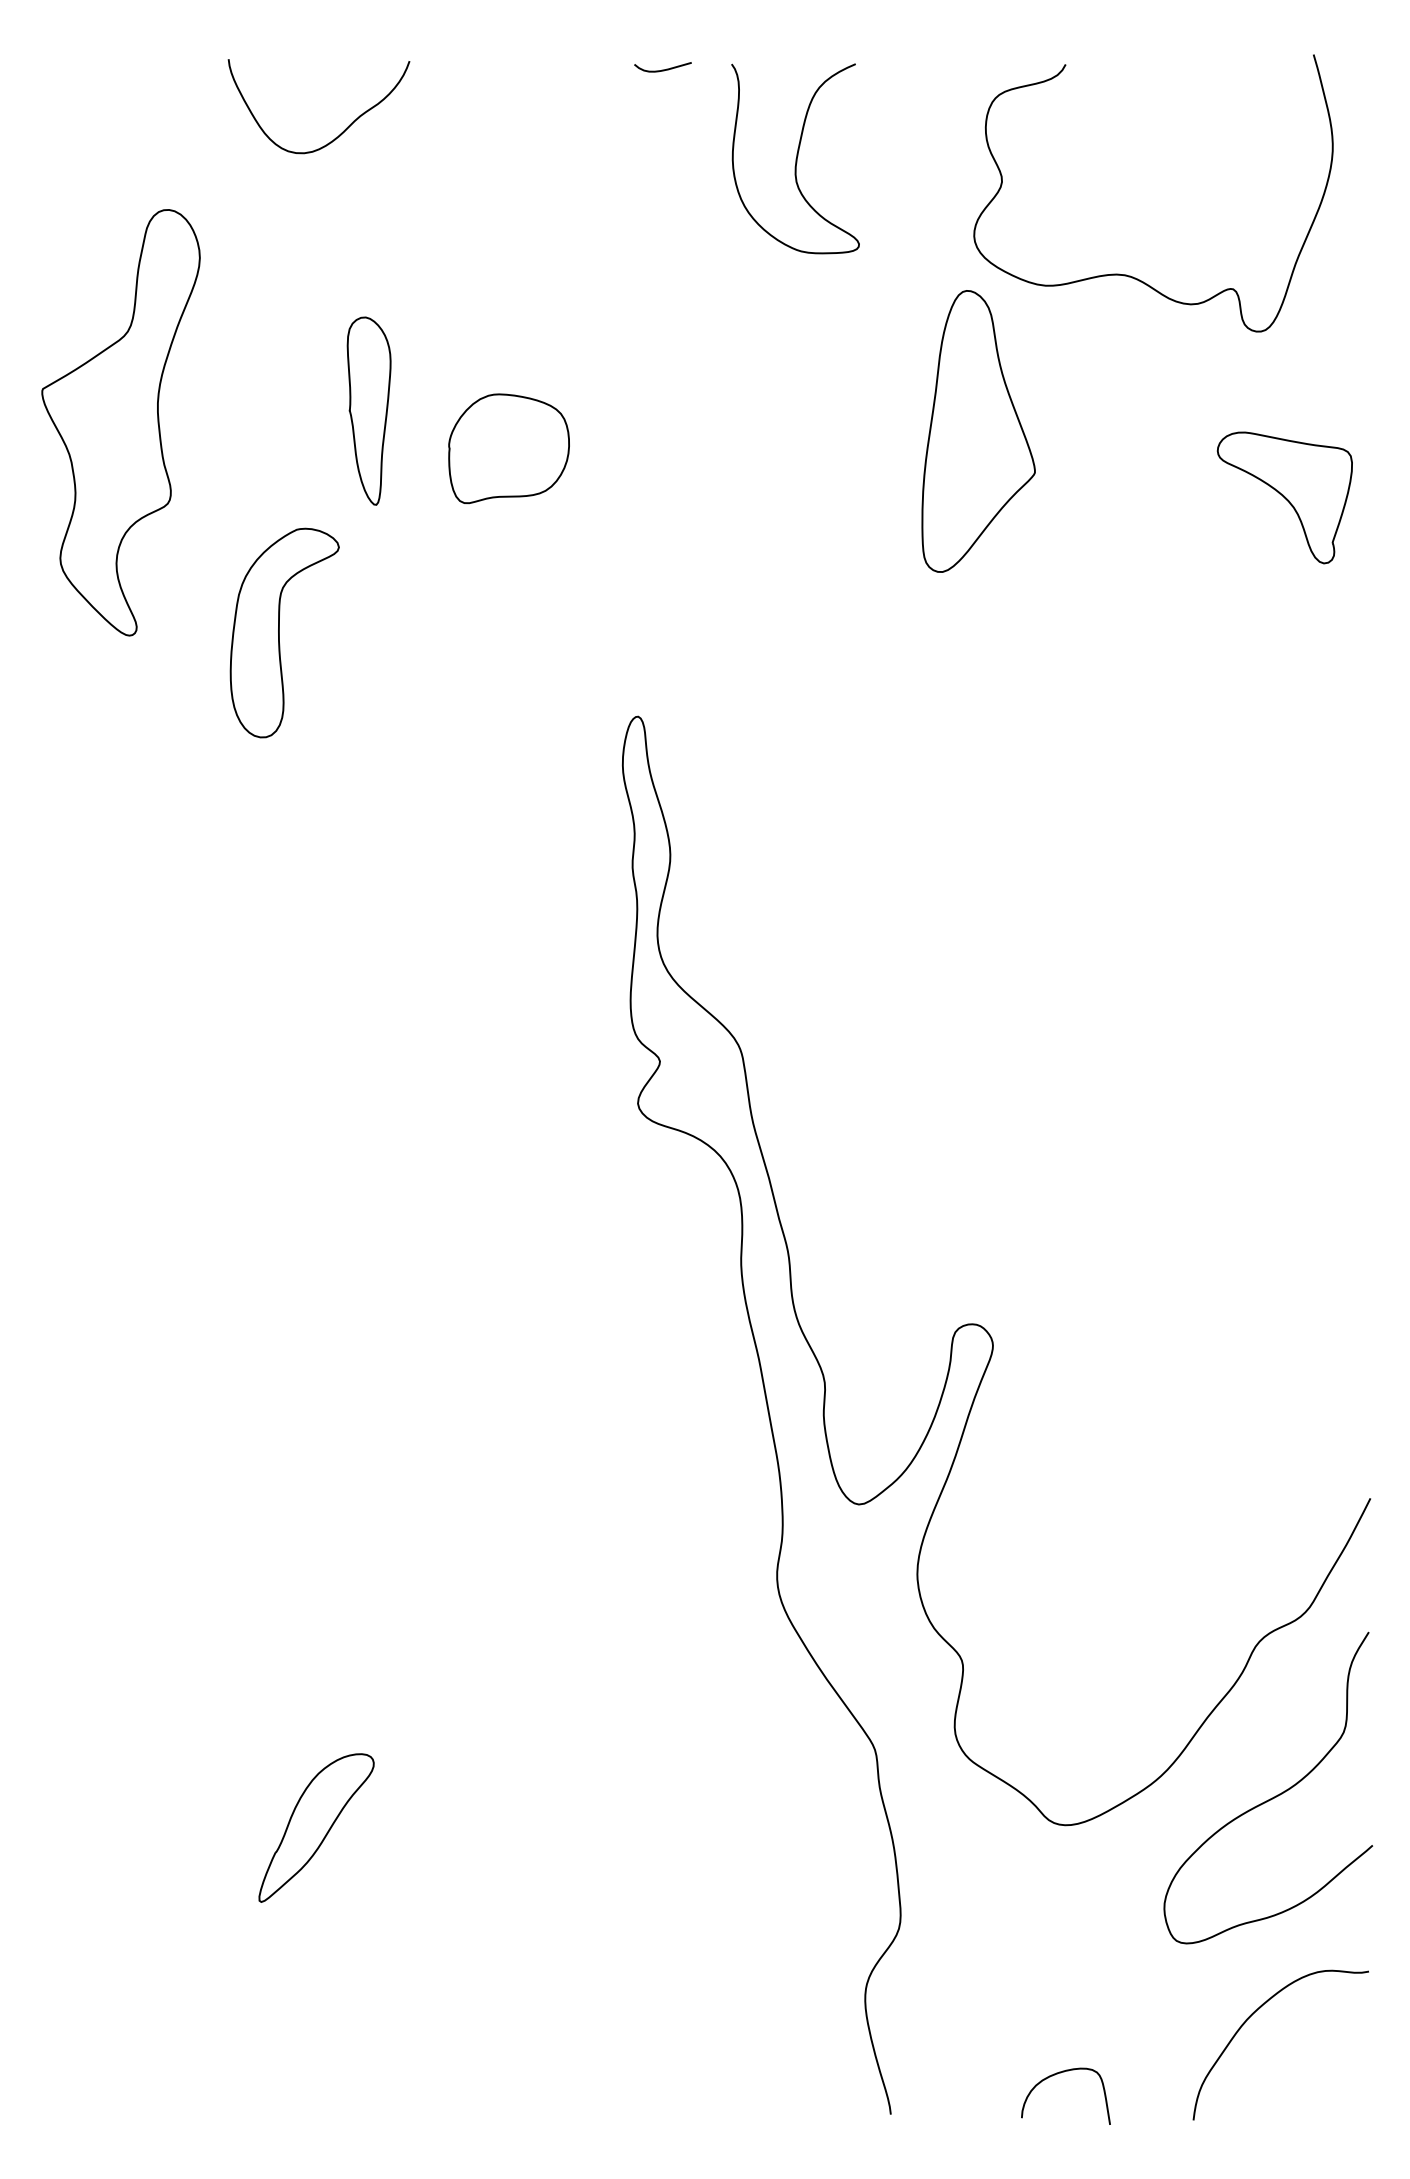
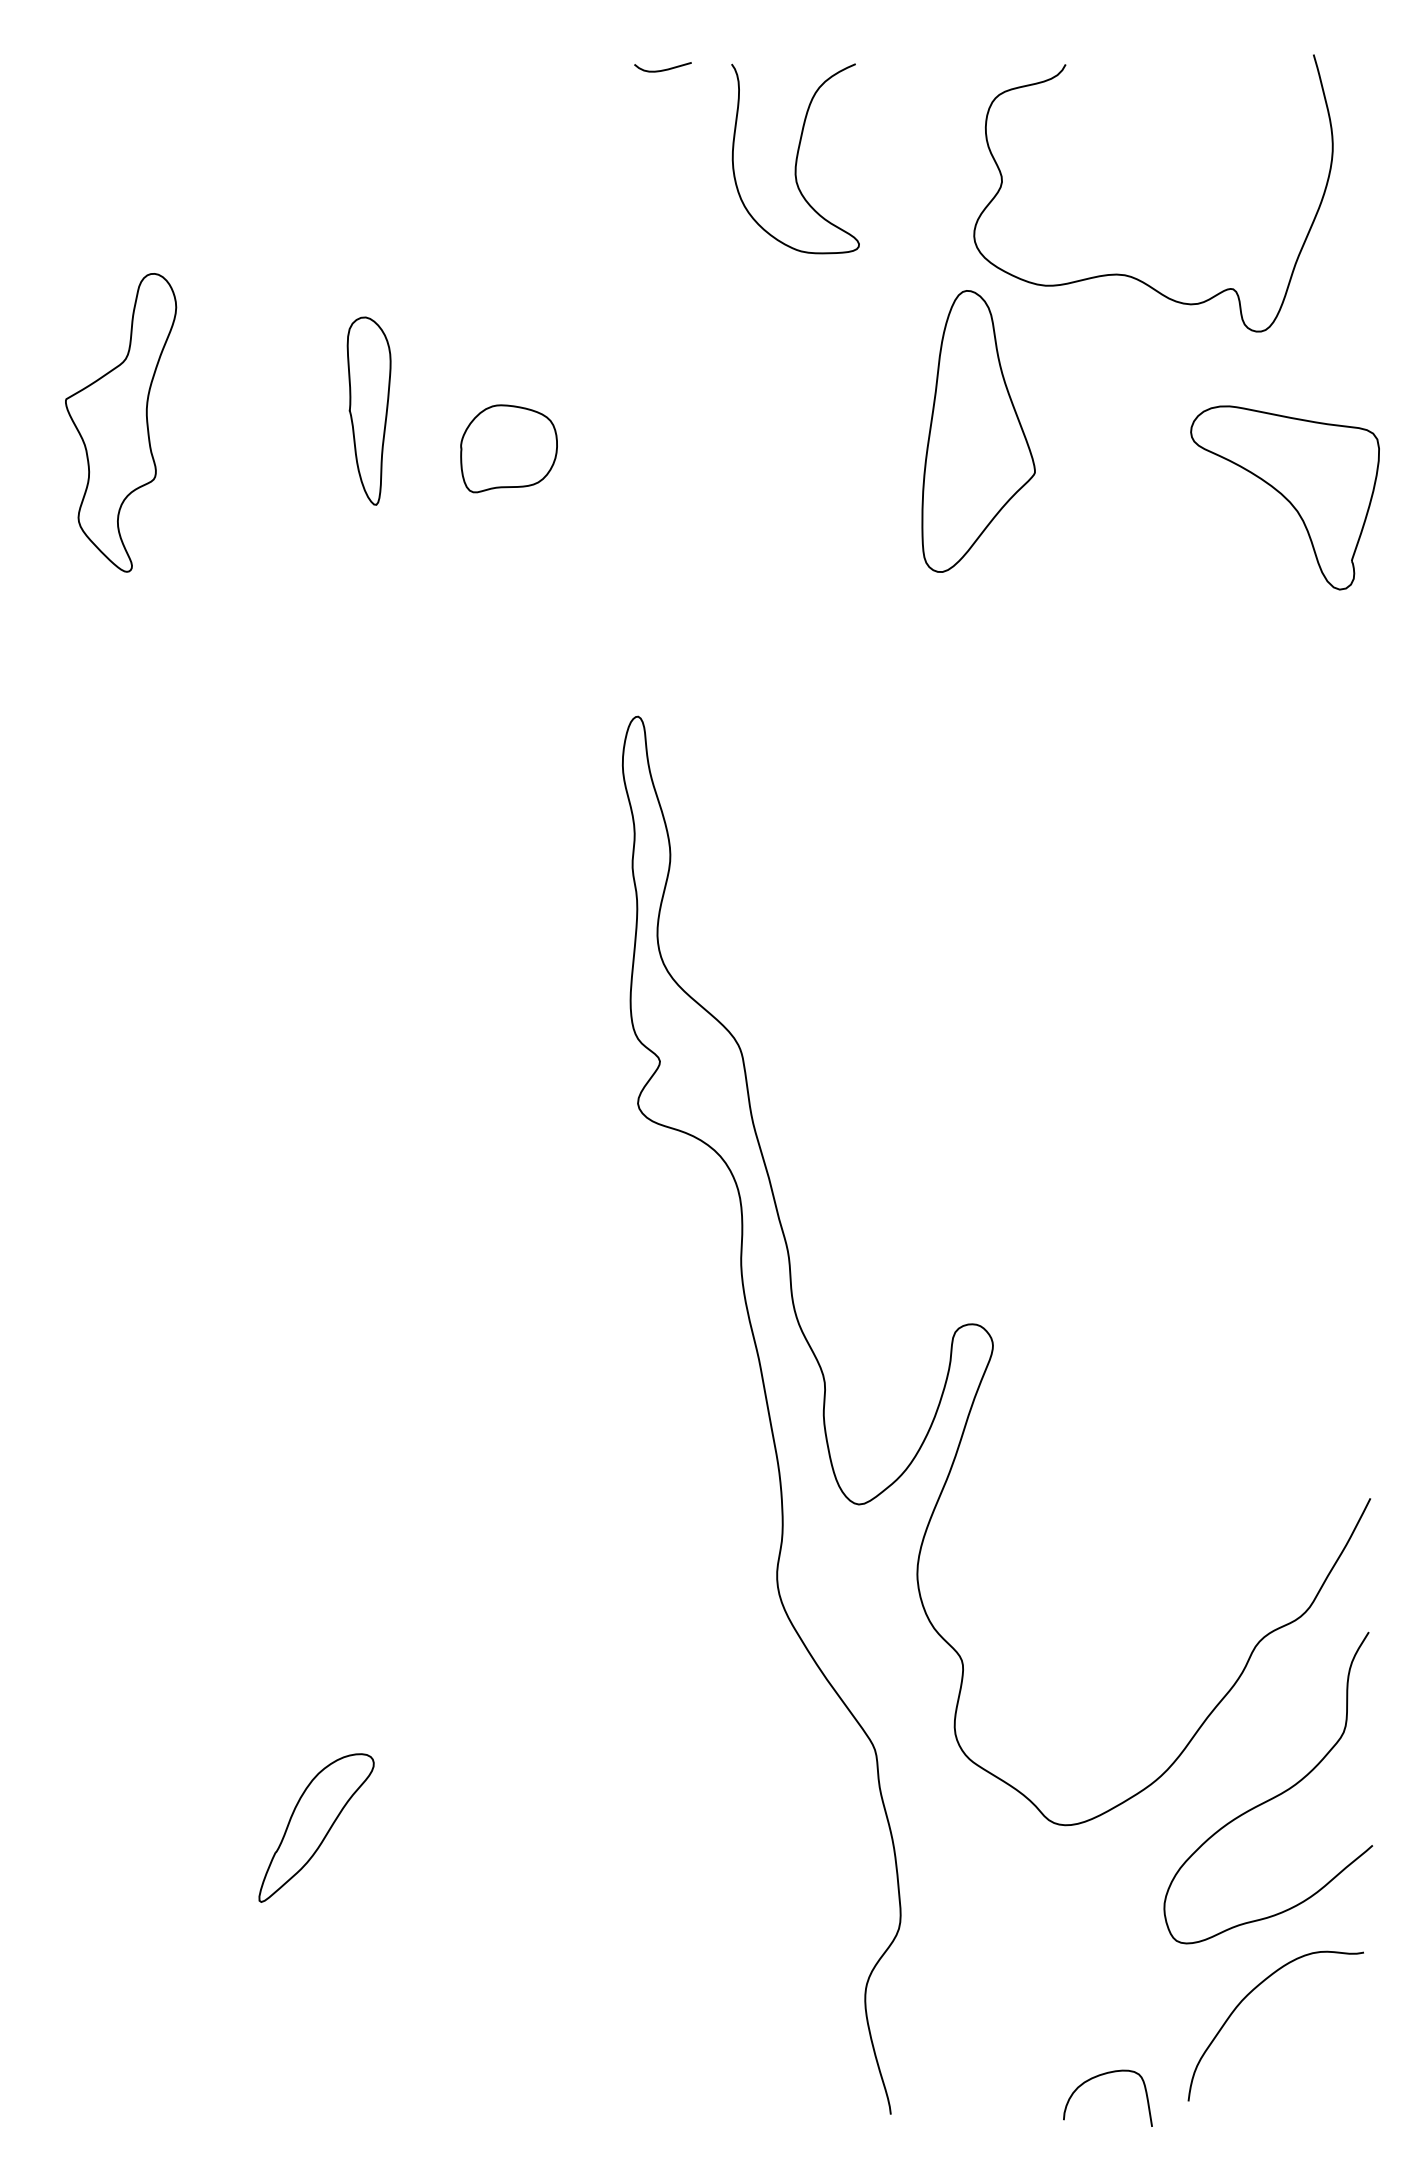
curve at (343, 130): present -> none
part at (120, 422) size: 160x428 px -> 113x300 px
part at (508, 448) size: 122x112 px -> 98x90 px
part at (1284, 497) size: 137x134 px -> 190x186 px
part at (284, 632): present -> none
curve at (1252, 2015) position: (1252, 2015) -> (1247, 1996)
curve at (1055, 2075) position: (1055, 2075) -> (1097, 2077)
